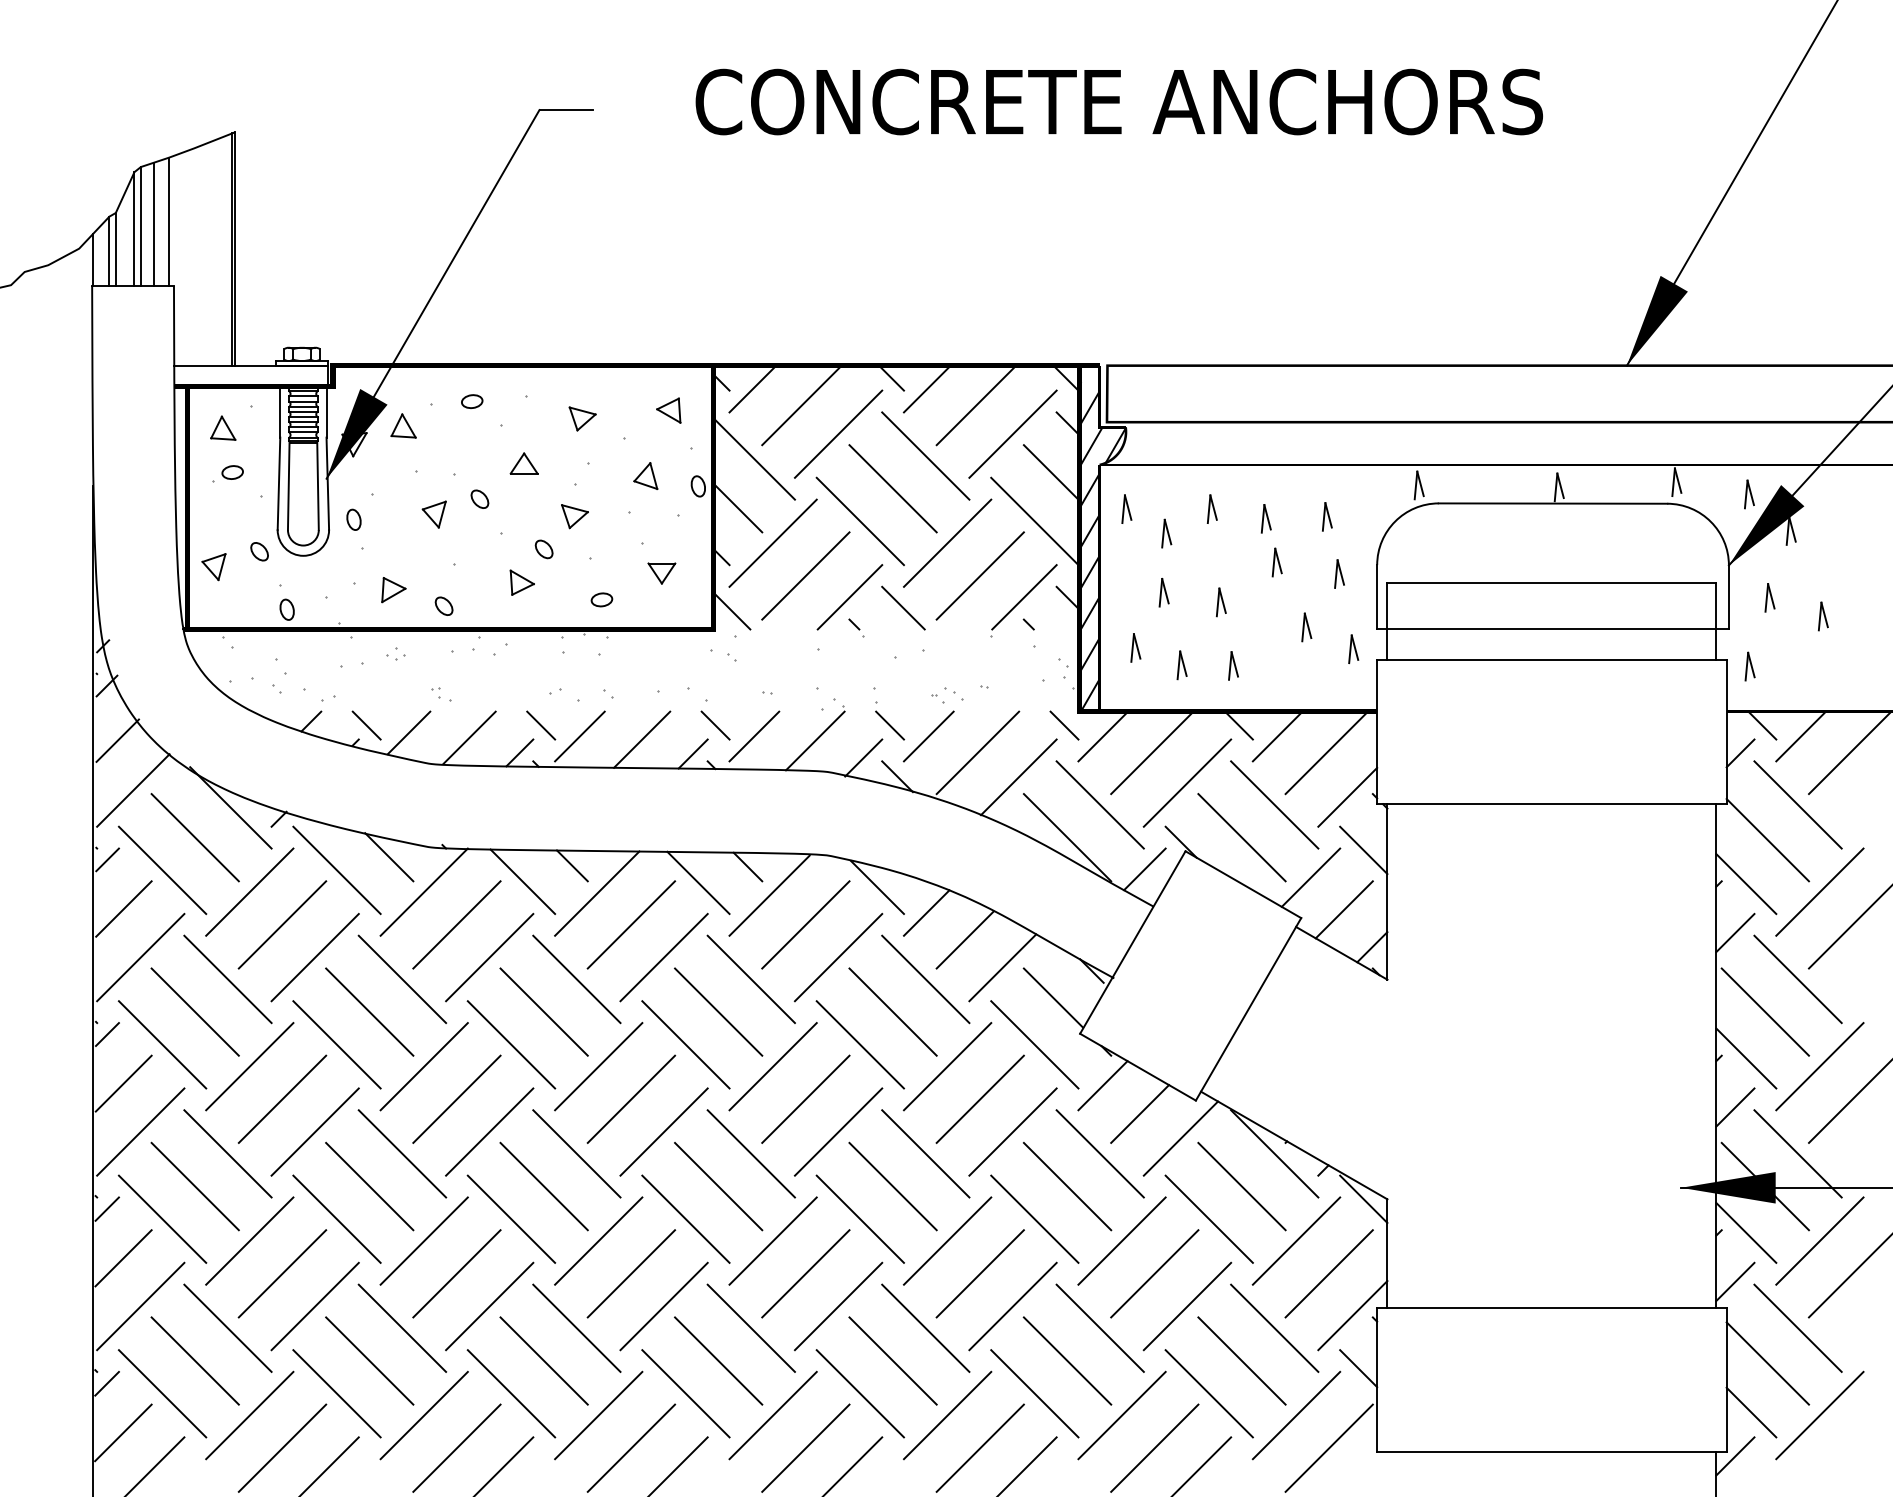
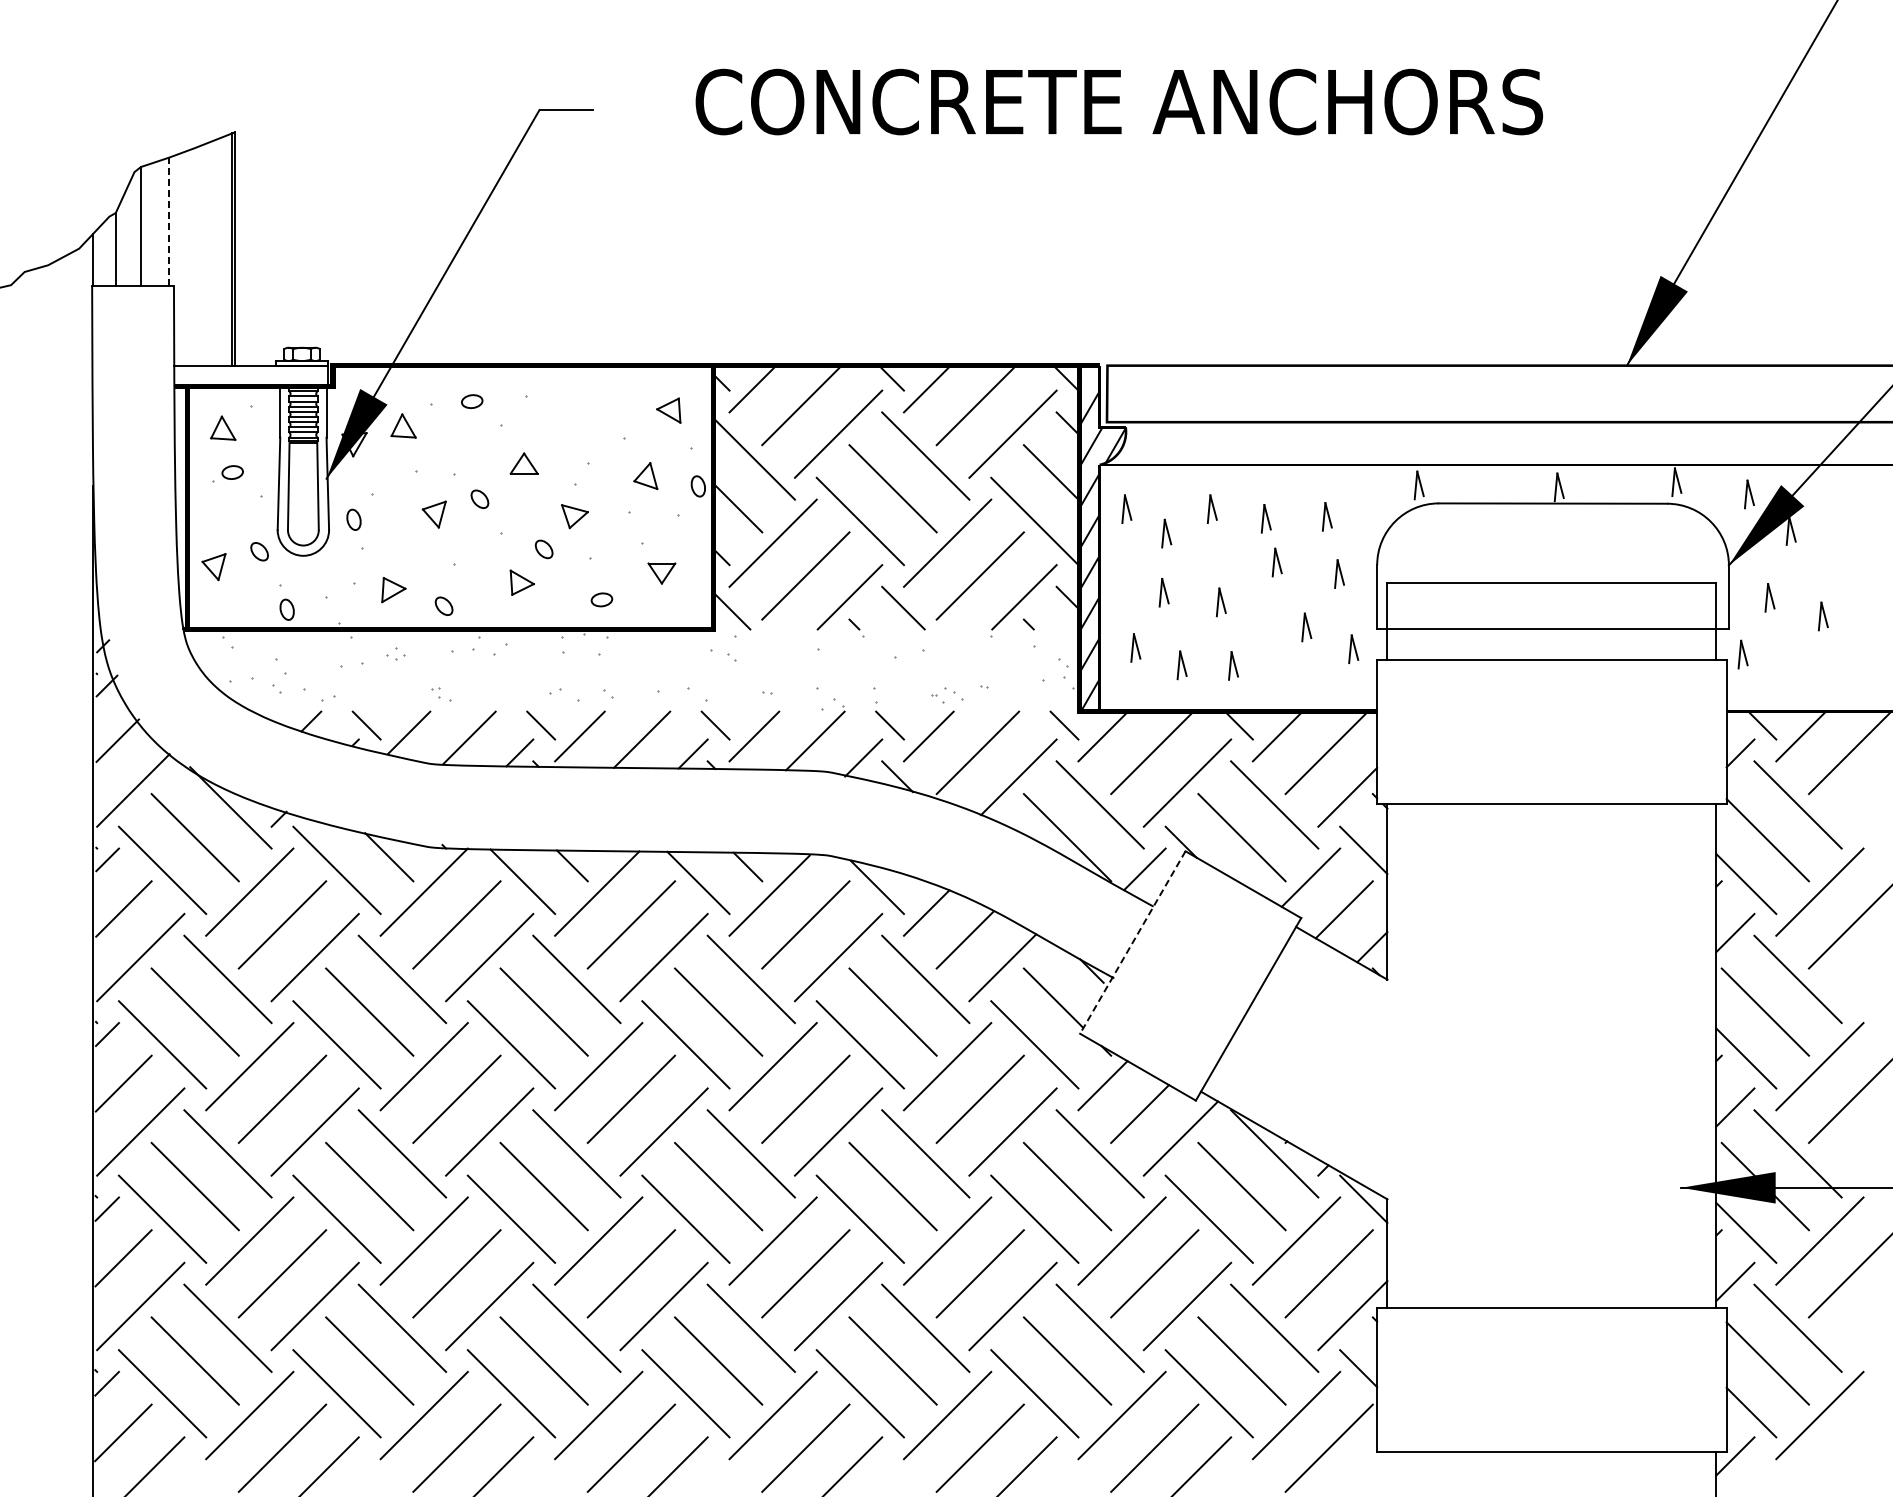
line at (169, 221): solid -> dashed
line at (153, 223): present -> none
line at (134, 228): present -> none
line at (109, 250): present -> none
part at (582, 418): present -> none
part at (1749, 666) position: (1749, 666) -> (1742, 654)
line at (1132, 942): solid -> dashed
